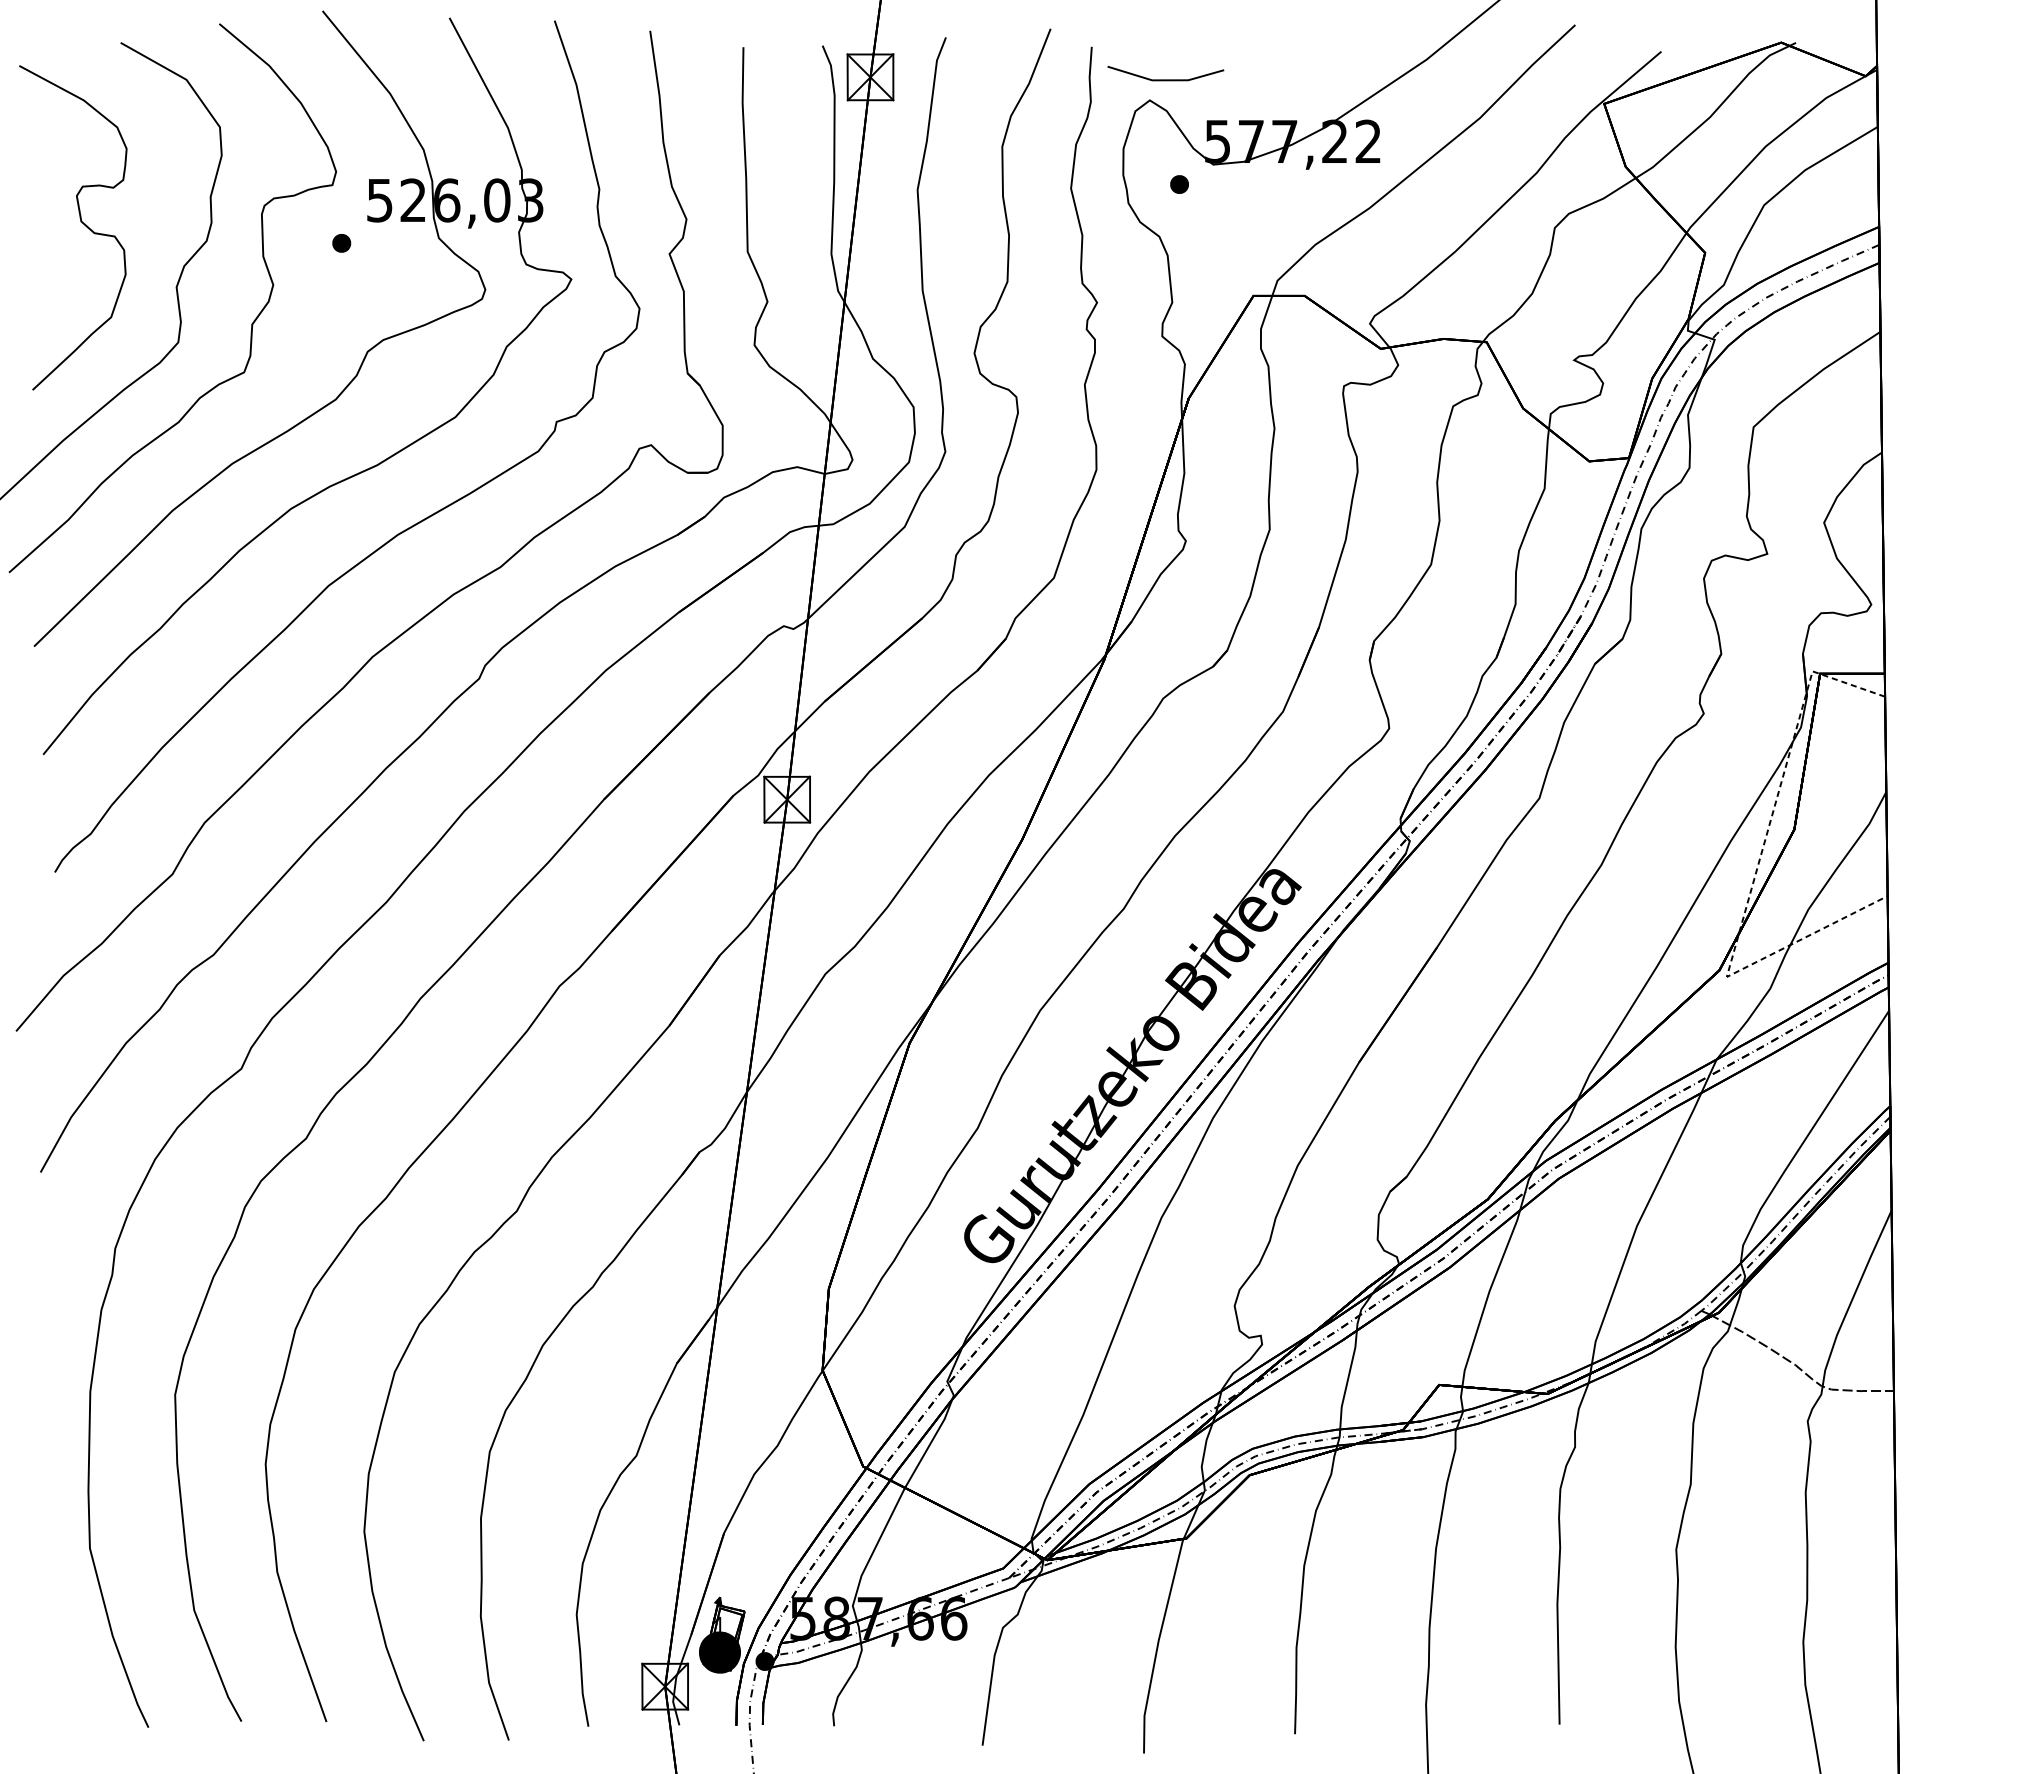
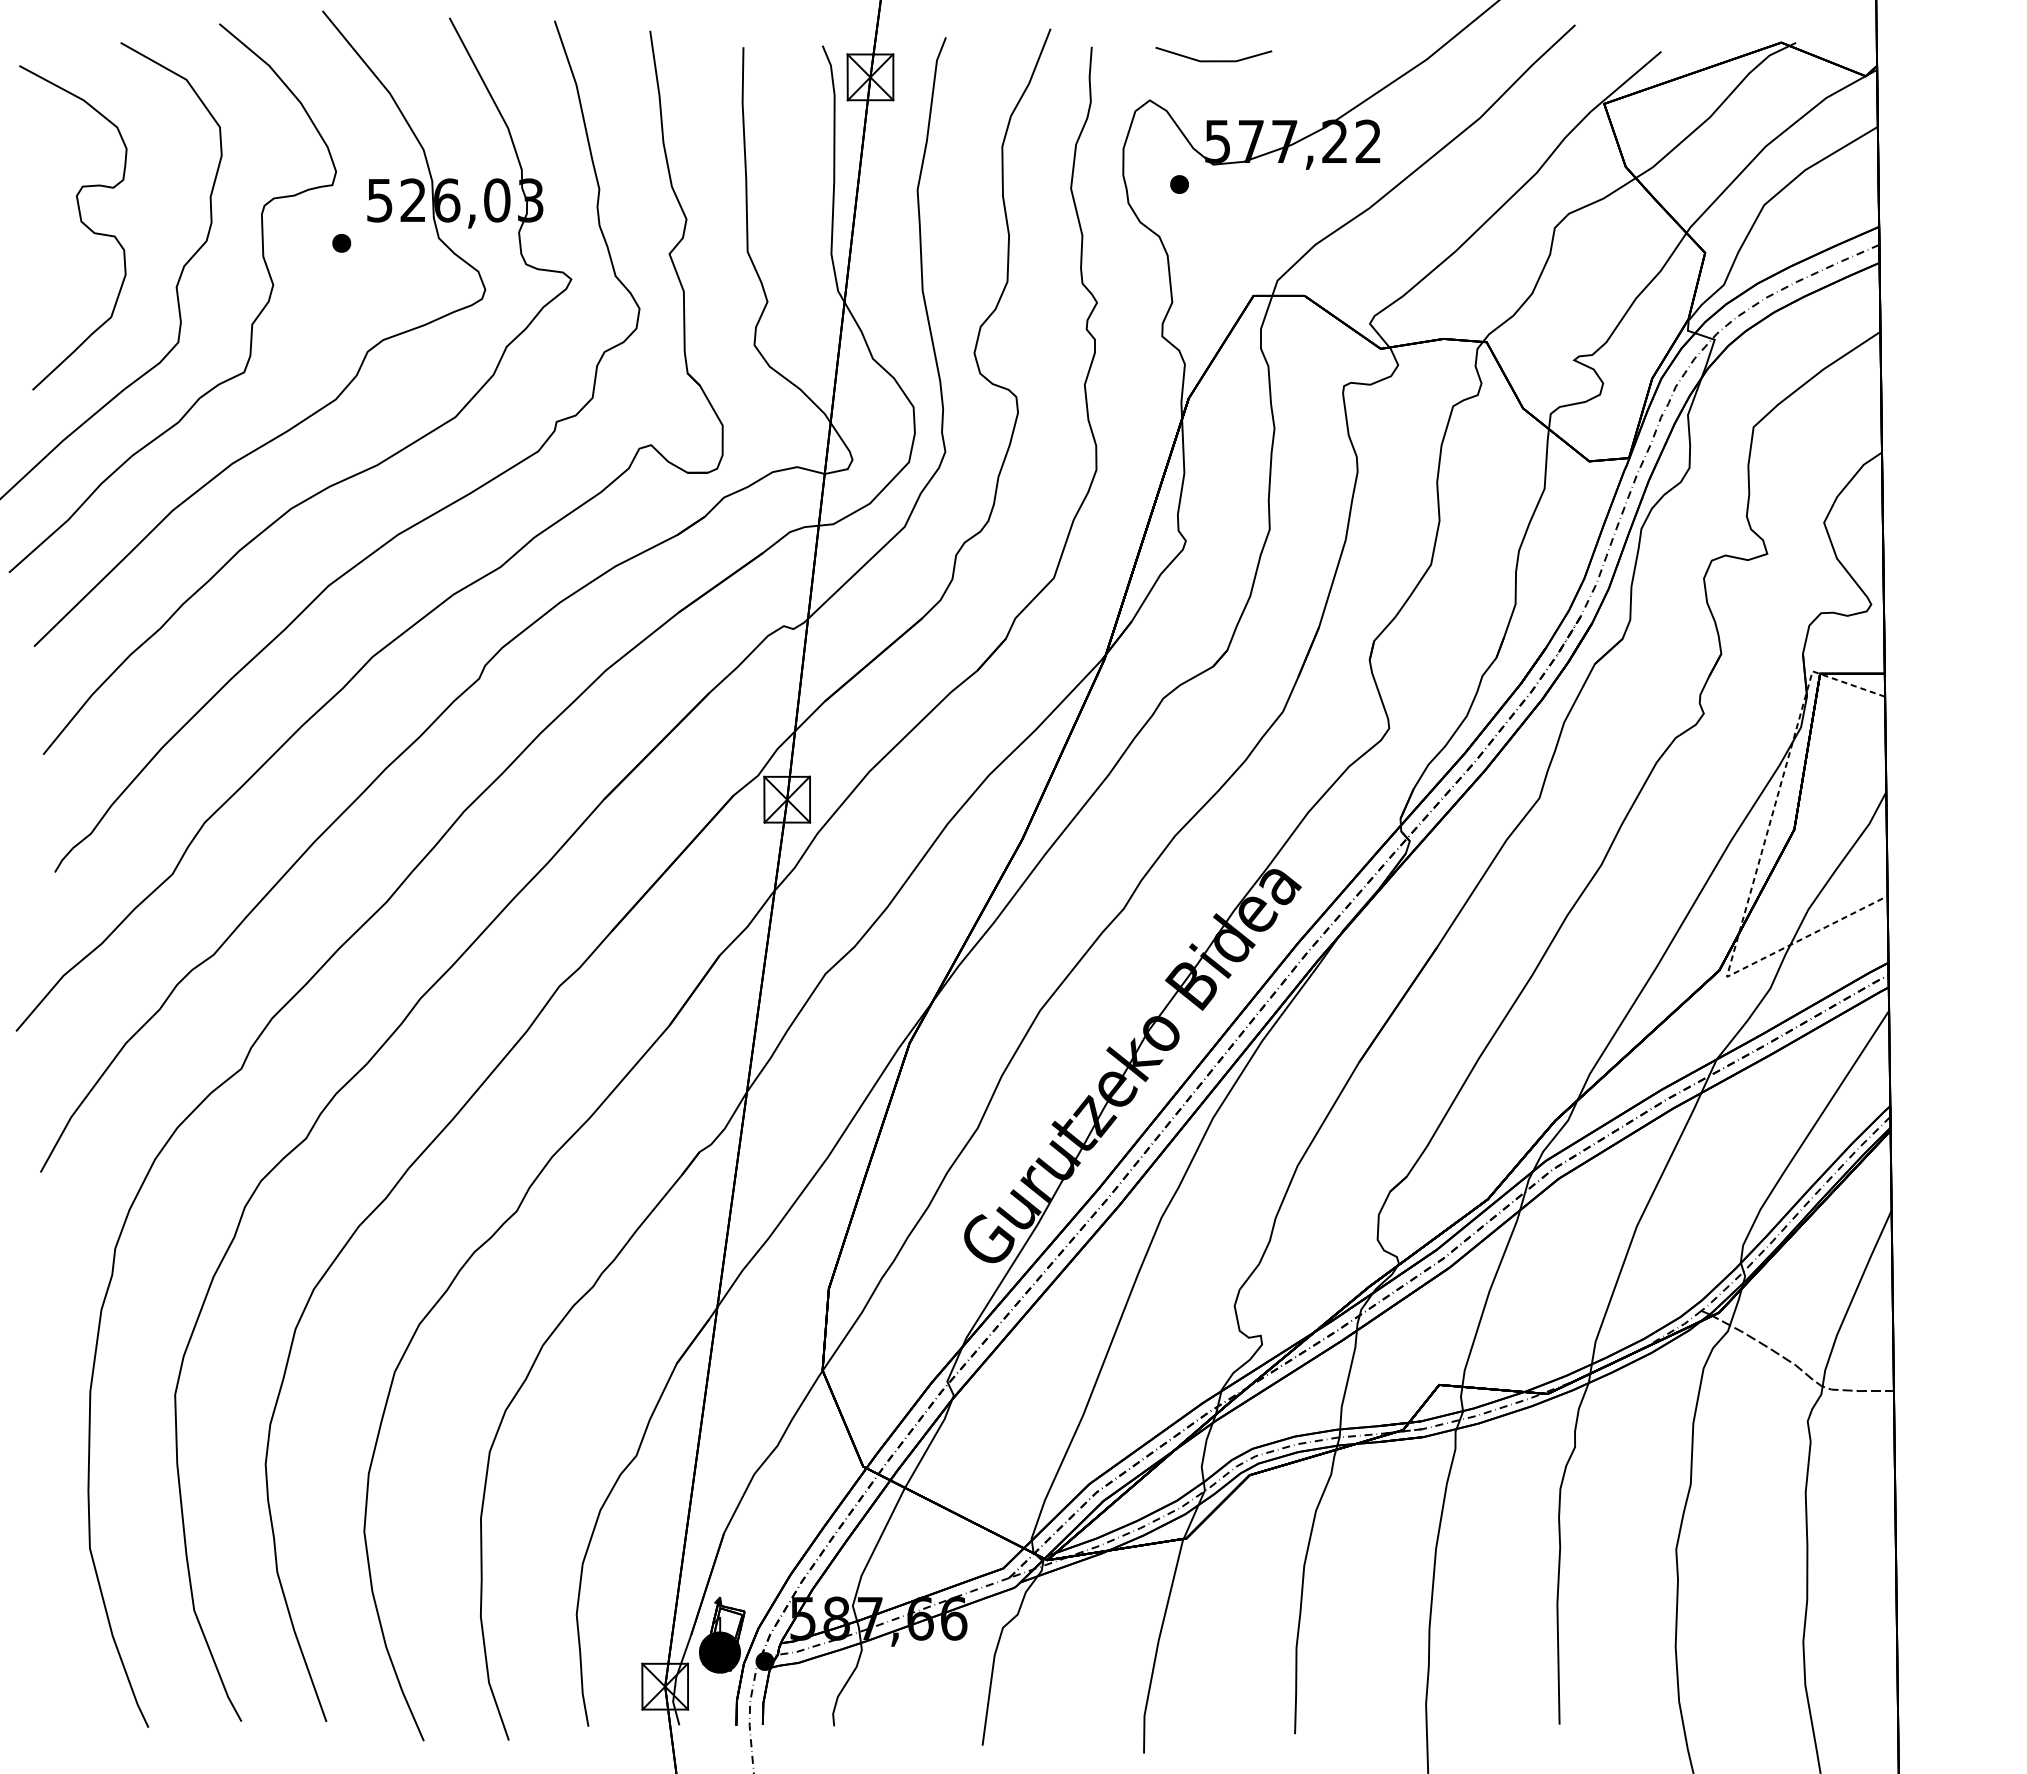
line at (1165, 79) position: (1165, 79) -> (1213, 60)
